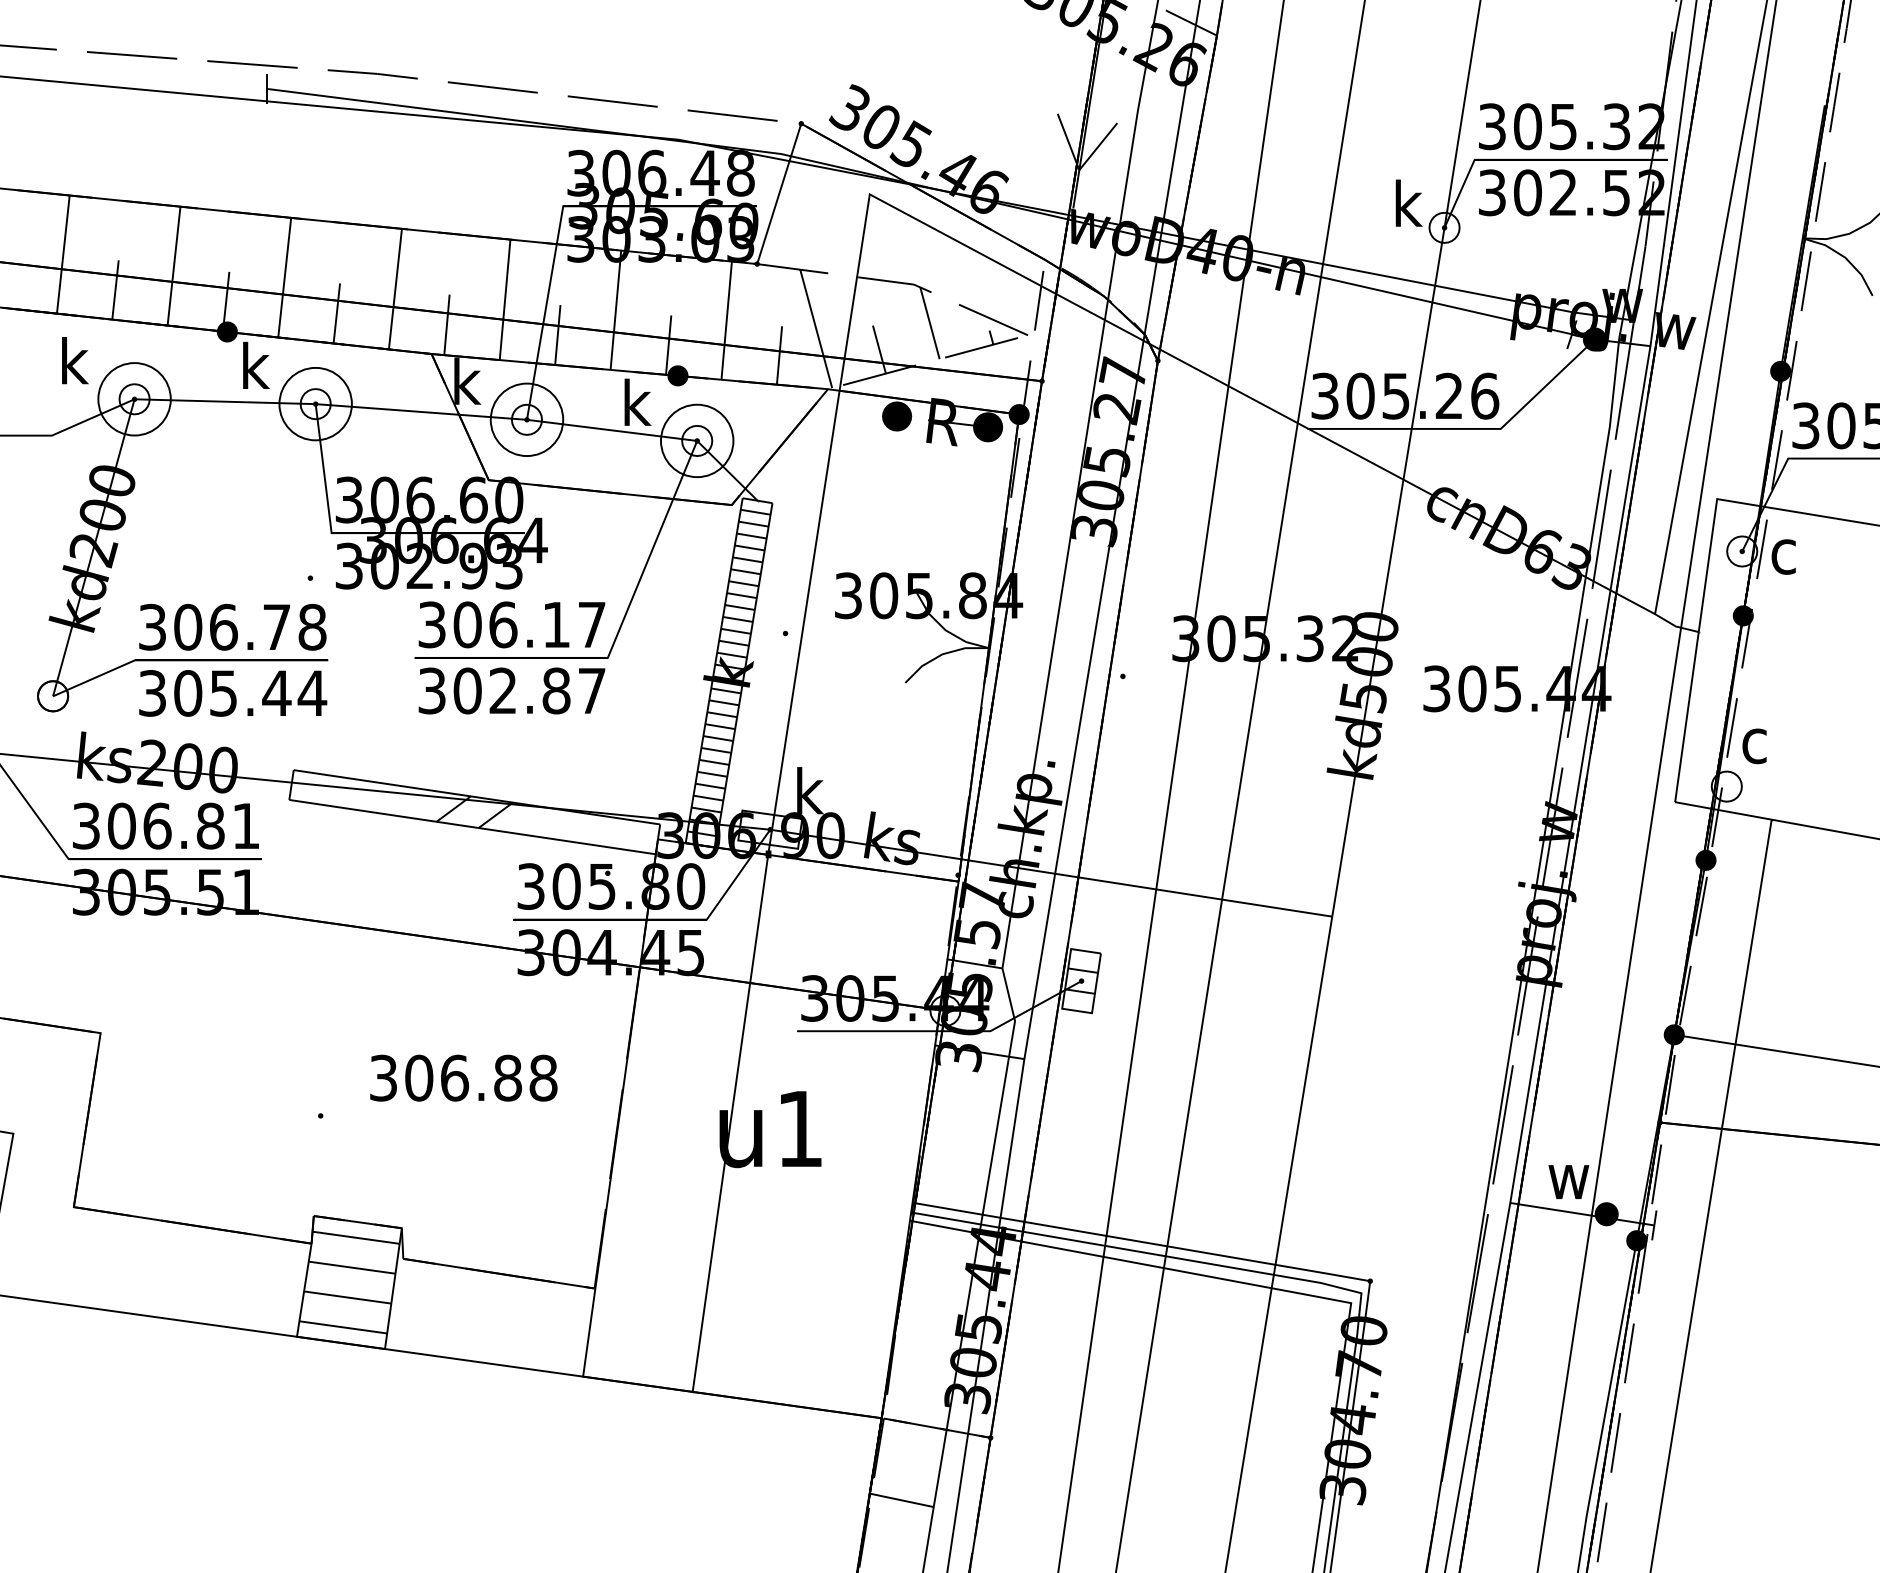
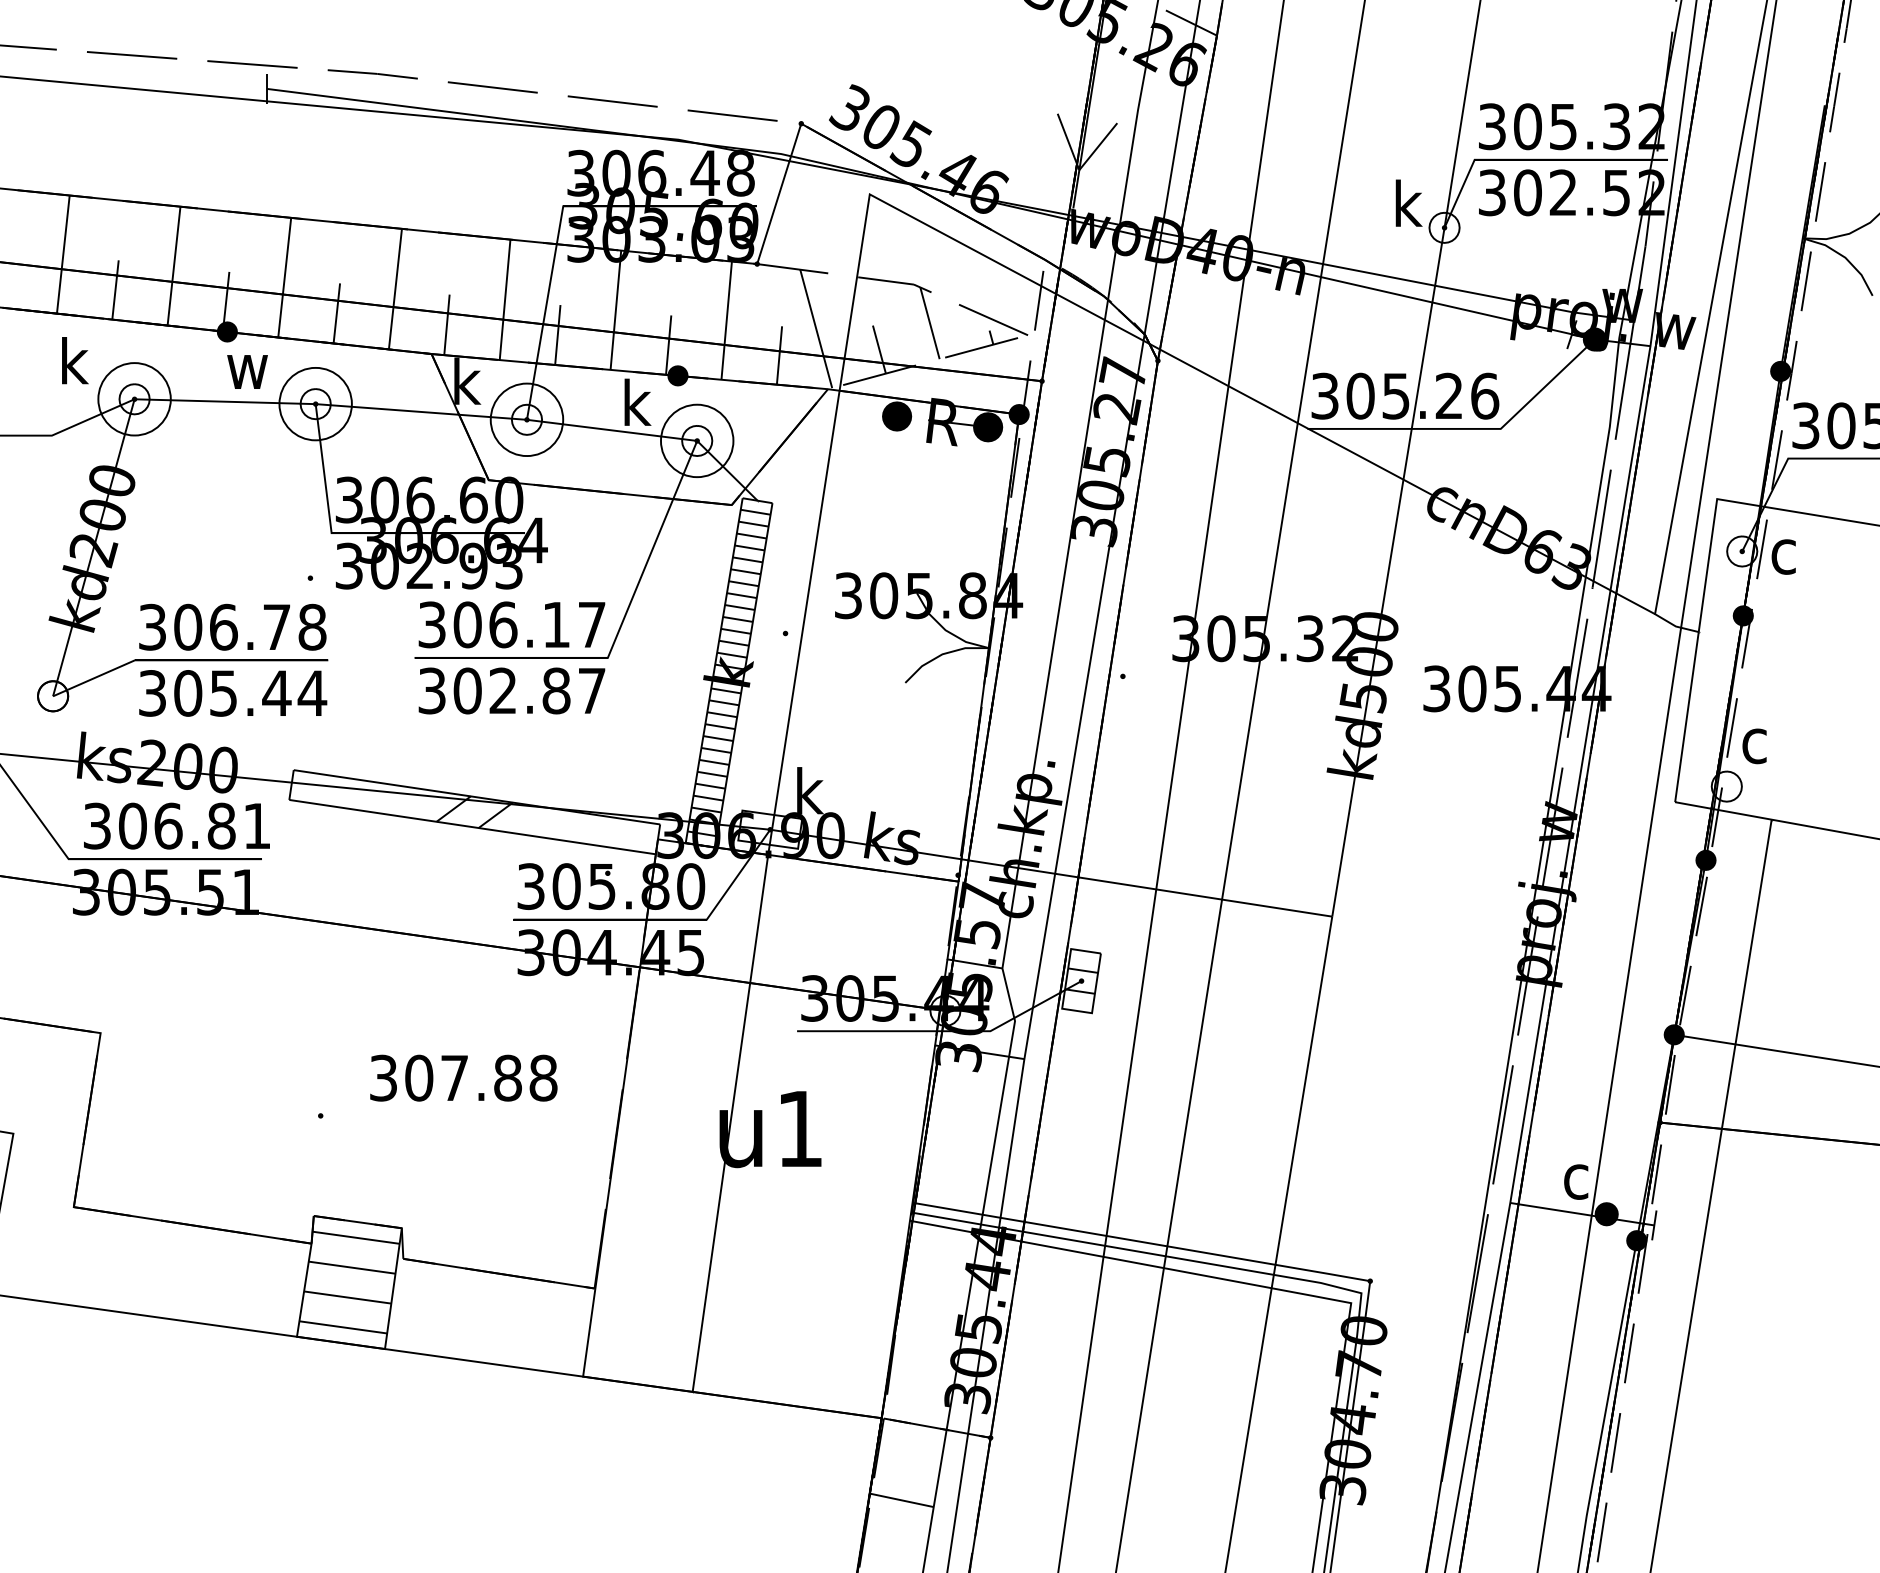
text at (248, 364): k -> w
text at (165, 825) position: (165, 825) -> (176, 825)
text at (455, 1077): 306.88 -> 307.88
text at (1568, 1181): w -> c
